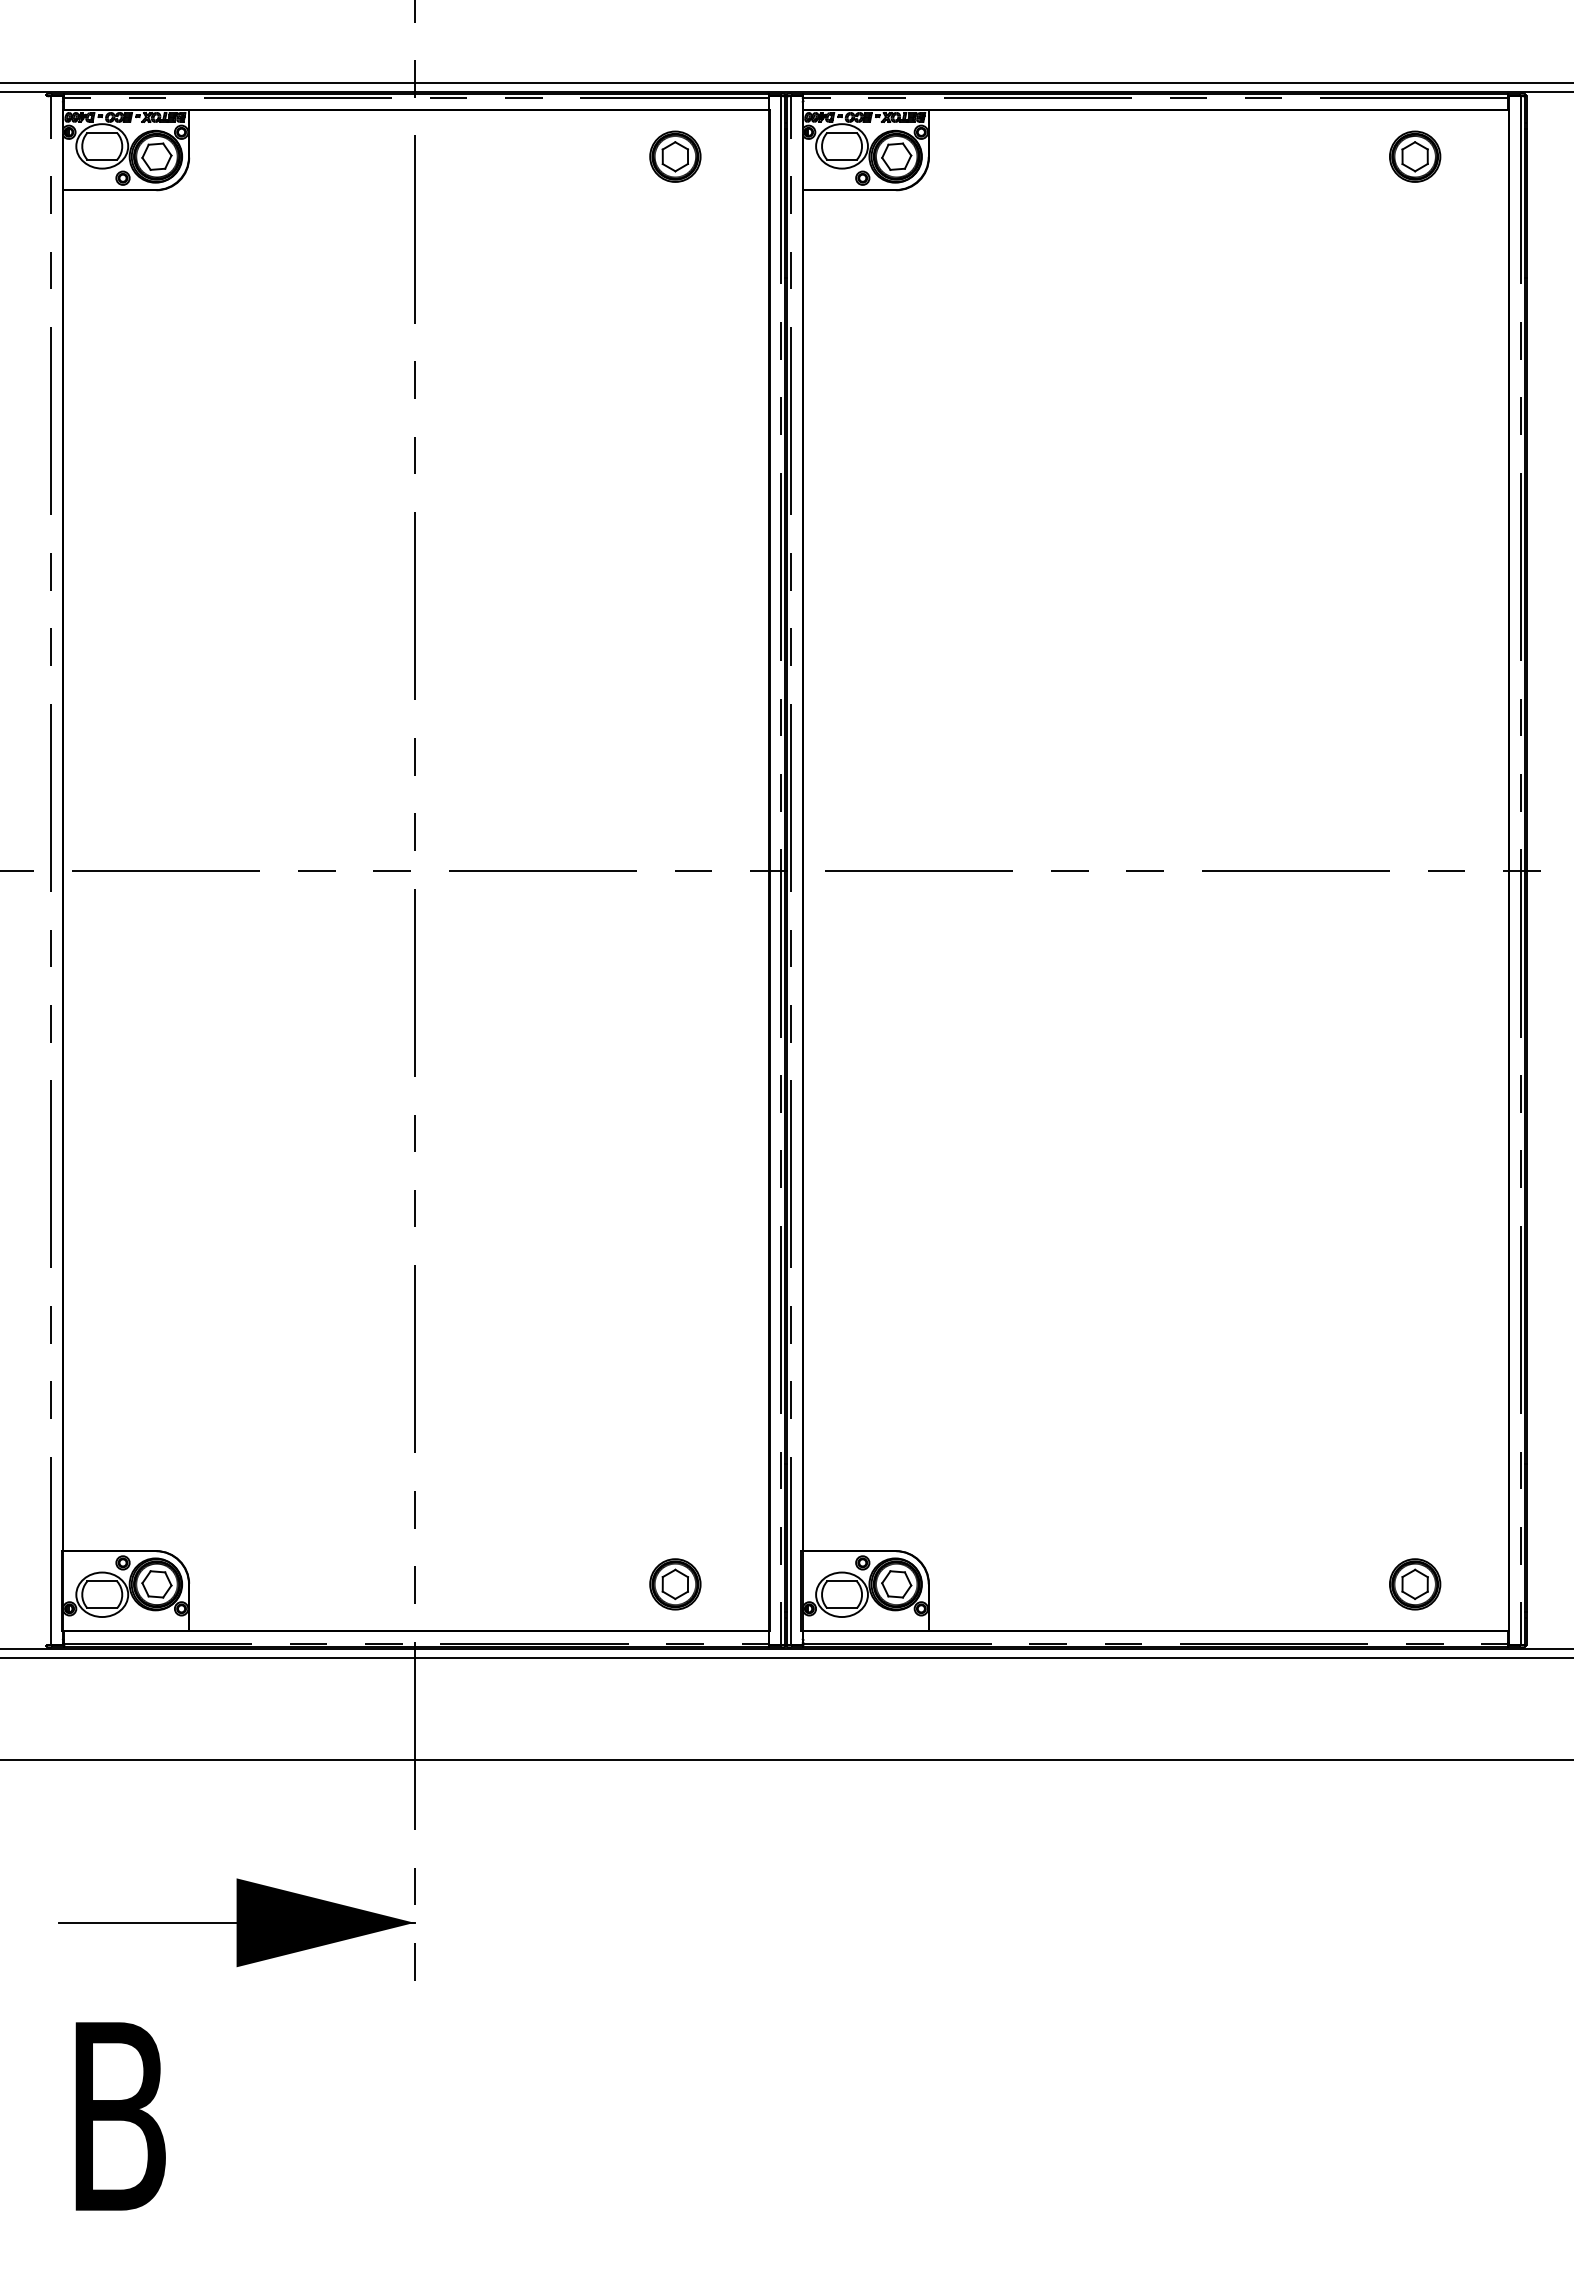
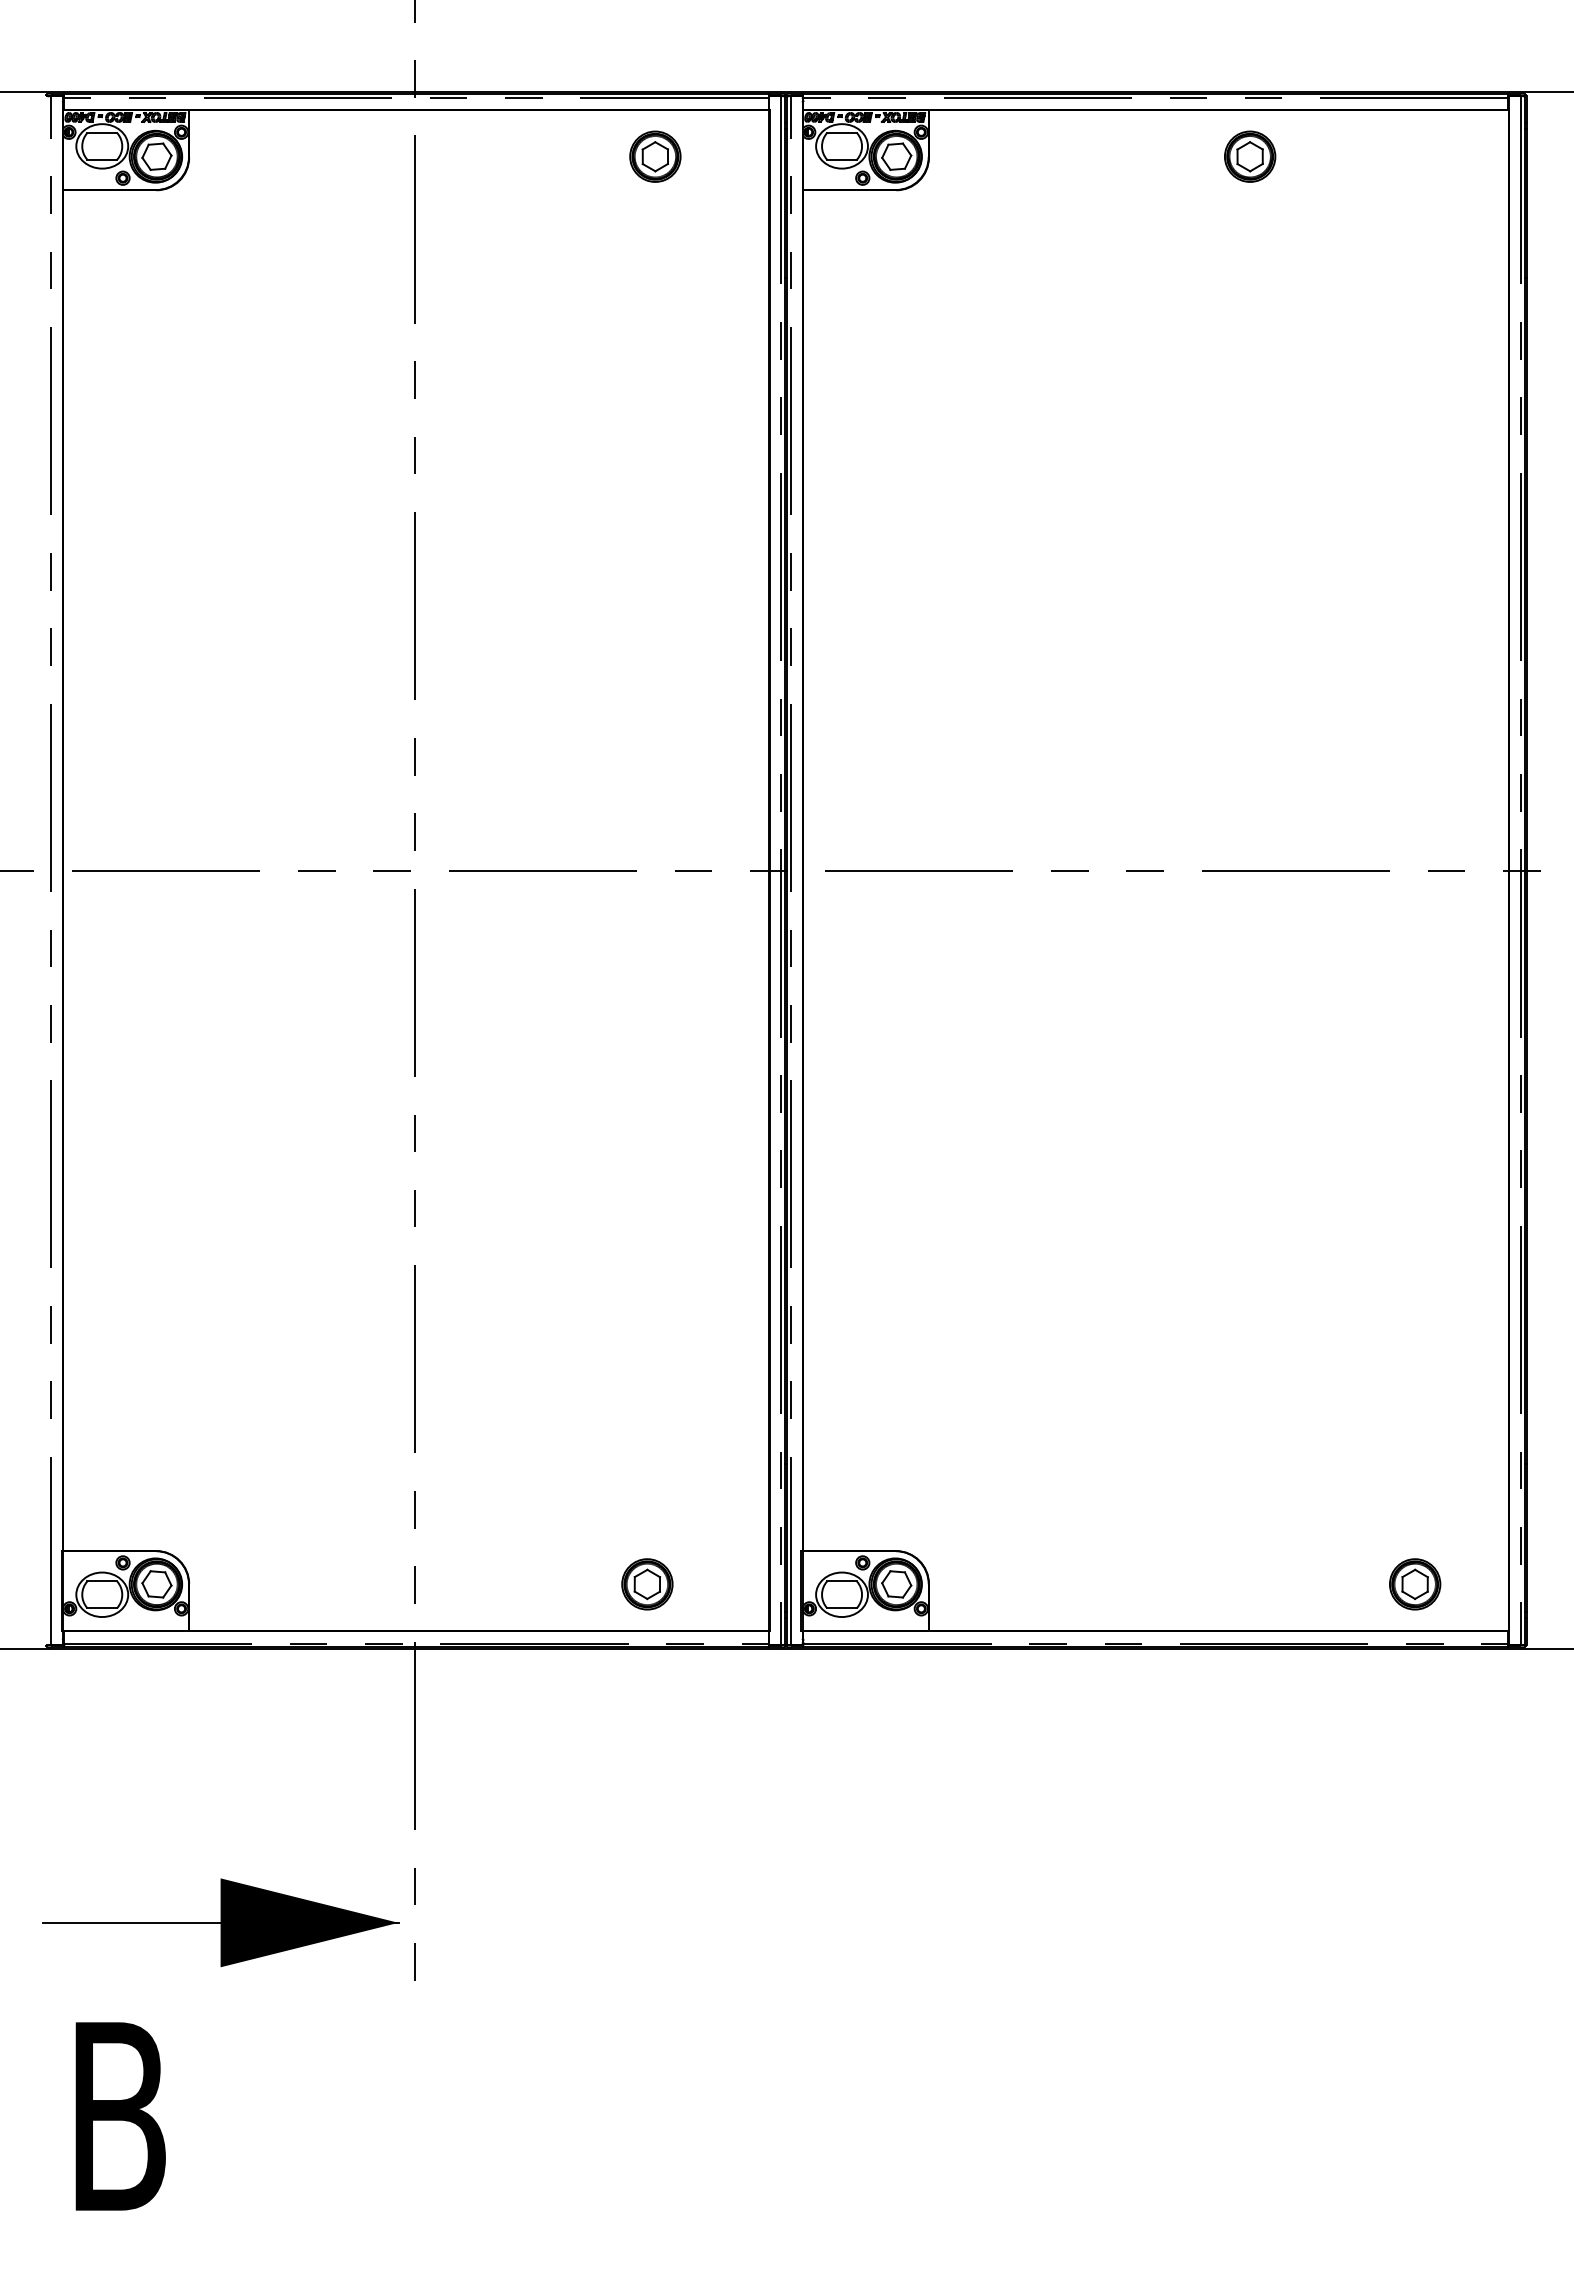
line at (786, 83): present -> none
part at (675, 156) position: (675, 156) -> (655, 156)
part at (1415, 156) position: (1415, 156) -> (1250, 156)
part at (675, 1584) position: (675, 1584) -> (647, 1584)
line at (786, 1657): present -> none
line at (786, 1760): present -> none
part at (236, 1922) position: (236, 1922) -> (220, 1922)
